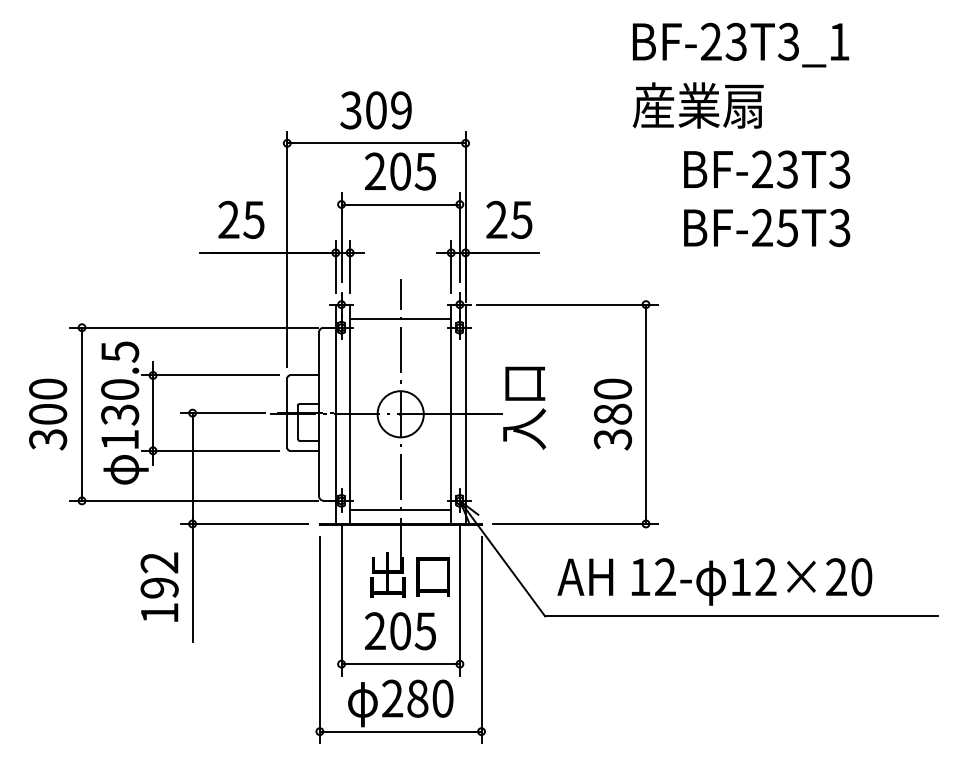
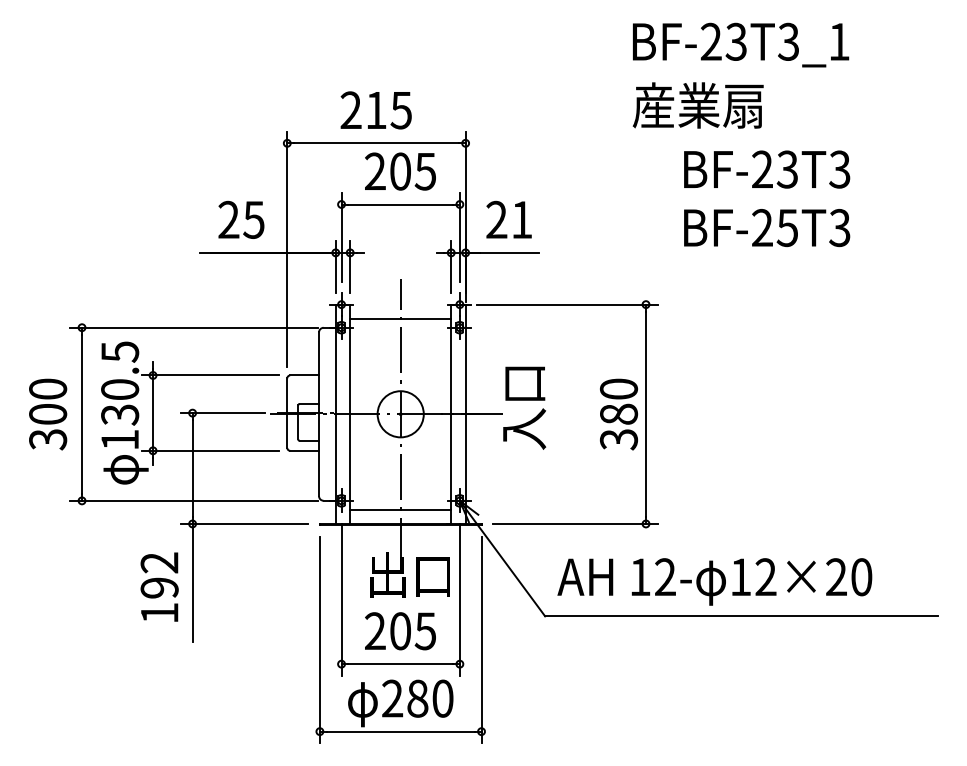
text at (375, 110): 309 -> 215
text at (521, 219): 25 -> 21
text at (613, 414) position: (613, 414) -> (619, 414)
